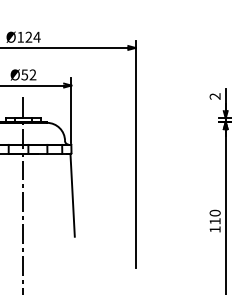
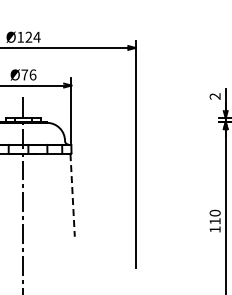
text at (28, 74): Ø52 -> Ø76
line at (72, 195): solid -> dashed
